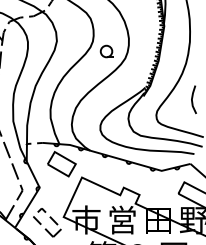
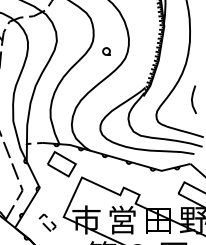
part at (106, 51) size: 15x15 px -> 9x9 px
part at (47, 222) size: 29x30 px -> 19x19 px
